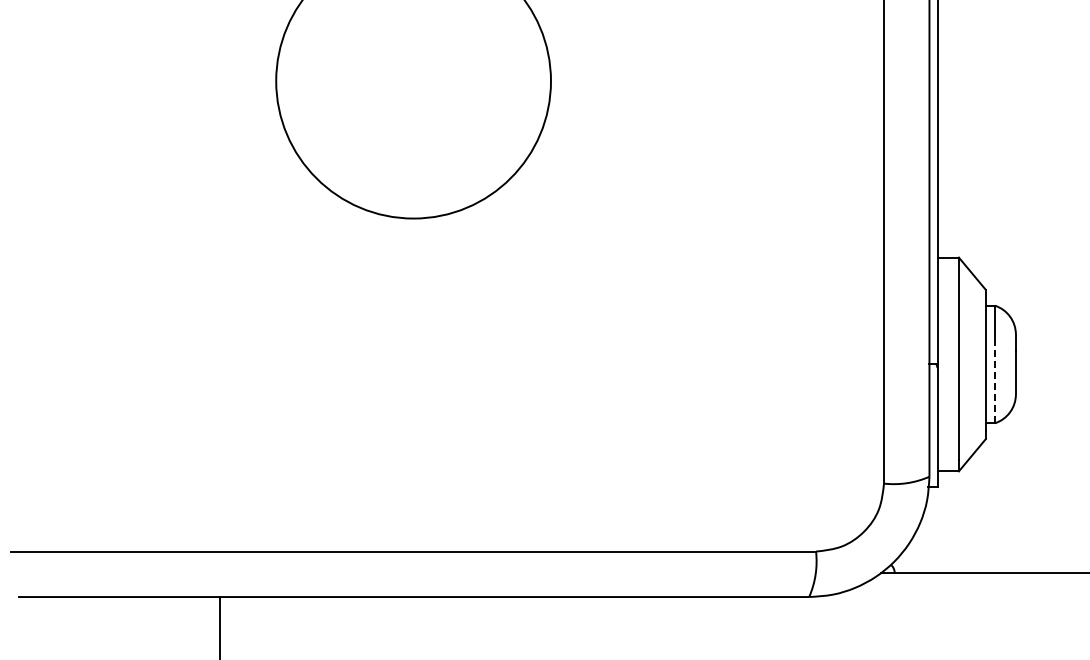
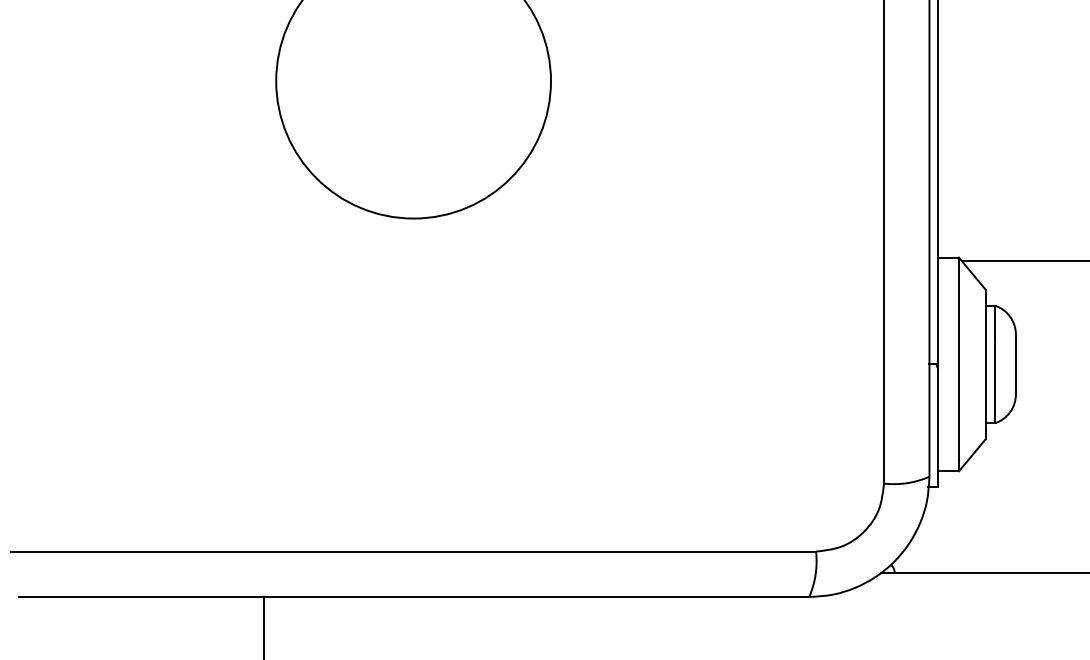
line at (1024, 261): none -> present
line at (994, 380): dashed -> solid
line at (219, 626) position: (219, 626) -> (263, 626)
